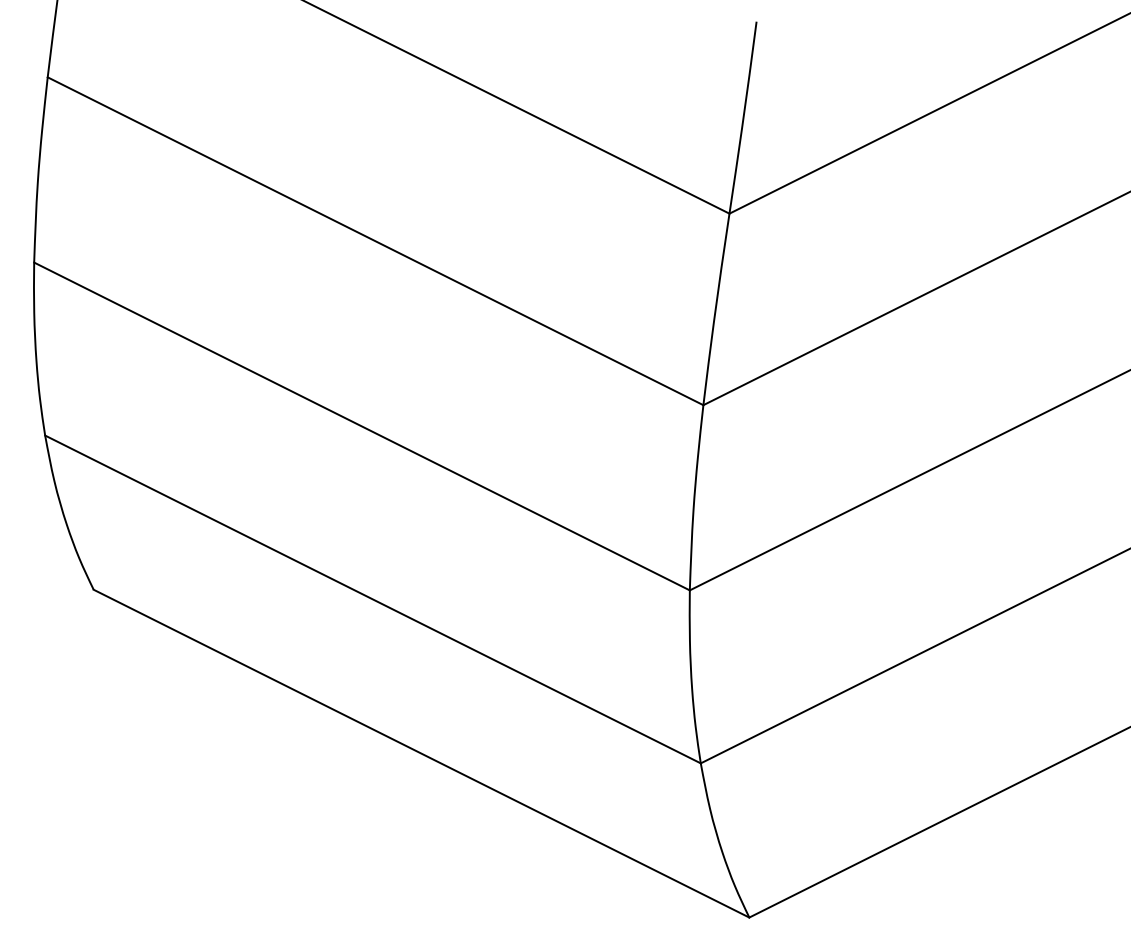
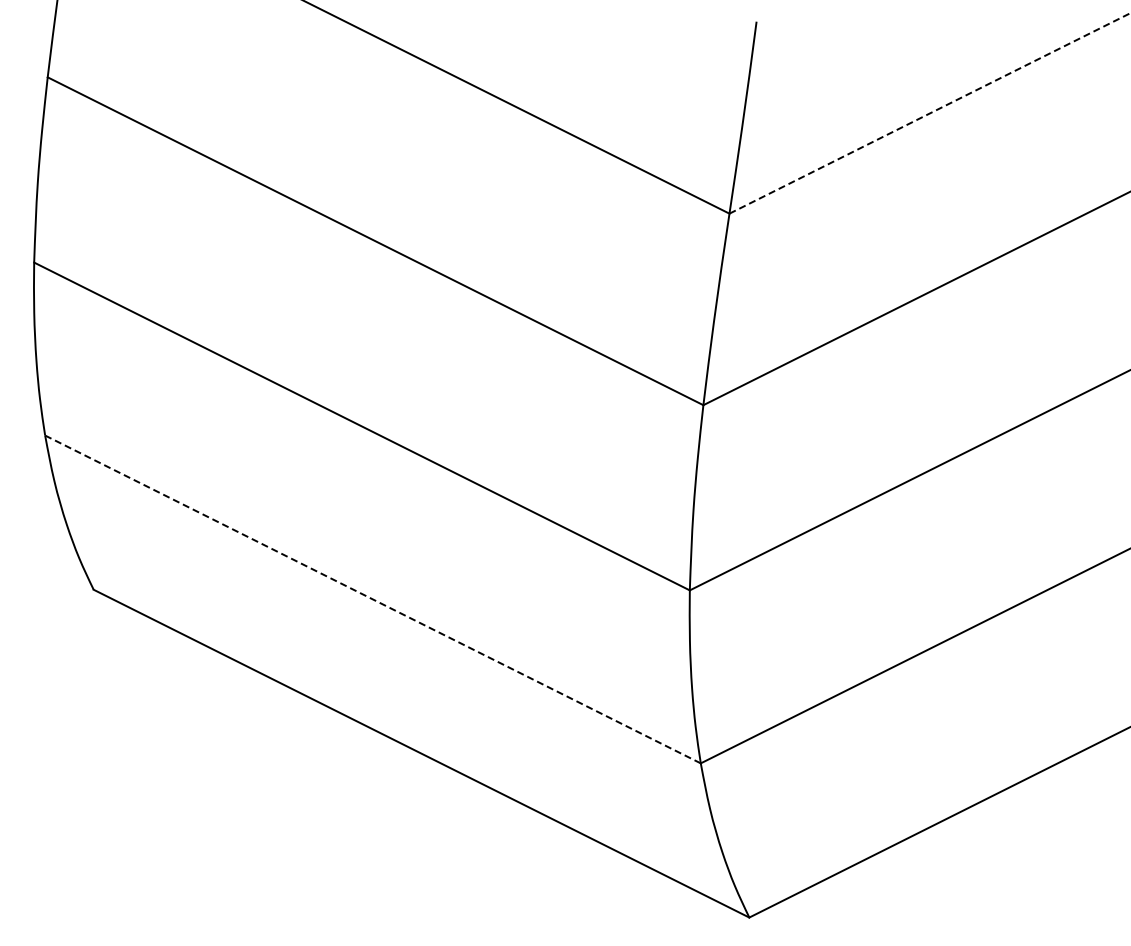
line at (930, 113): solid -> dashed
line at (372, 599): solid -> dashed
